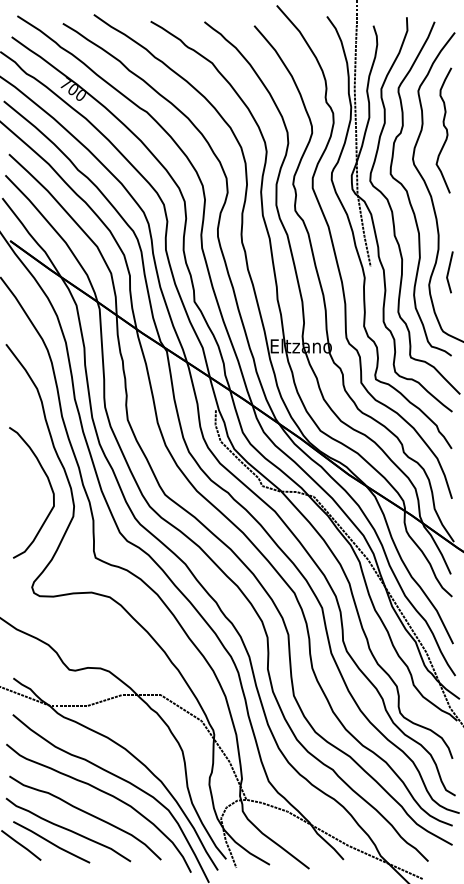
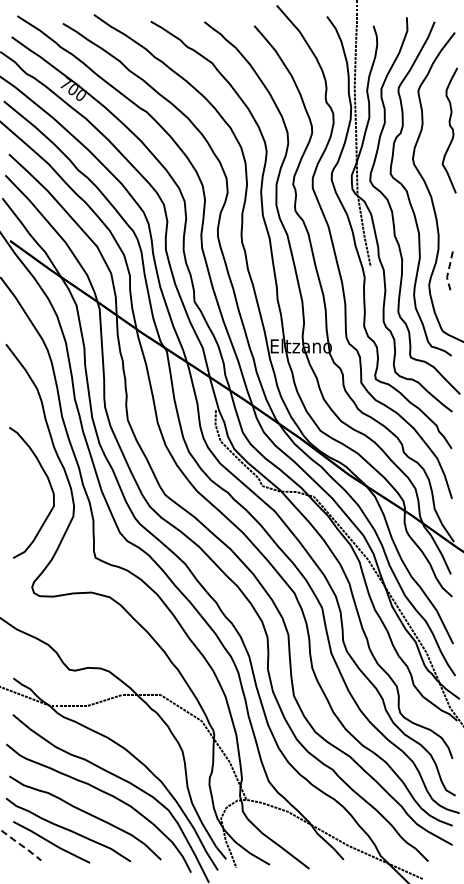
curve at (445, 129) position: (445, 129) -> (451, 129)
line at (447, 273): solid -> dashed
line at (21, 845): solid -> dashed
